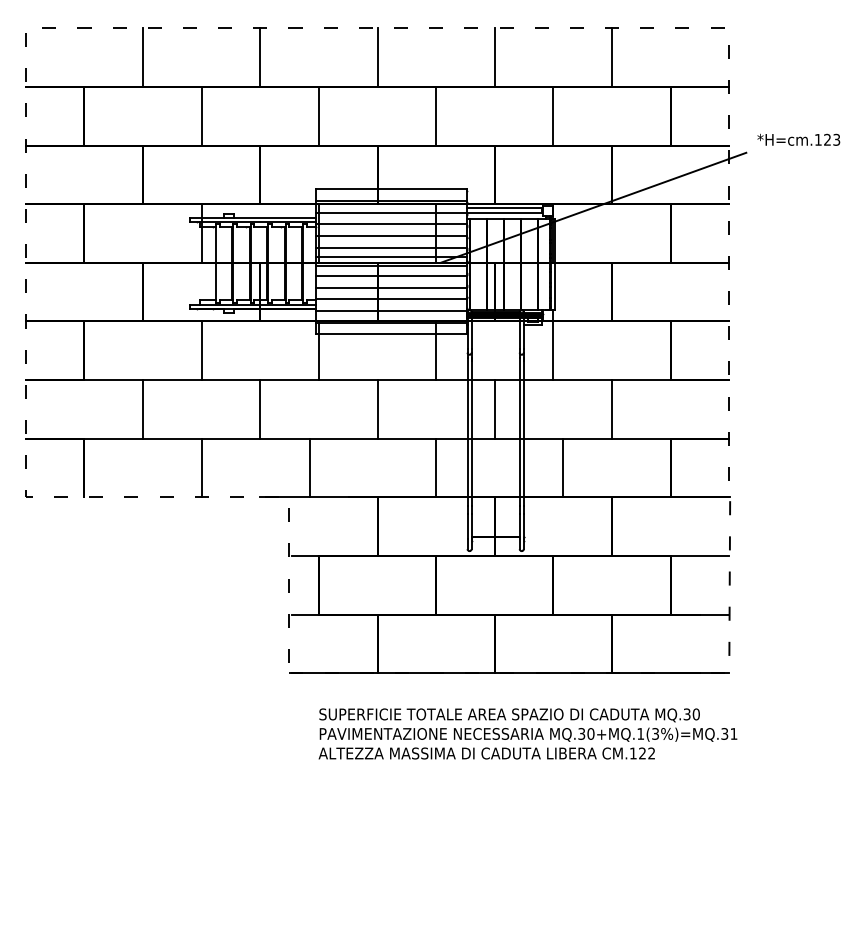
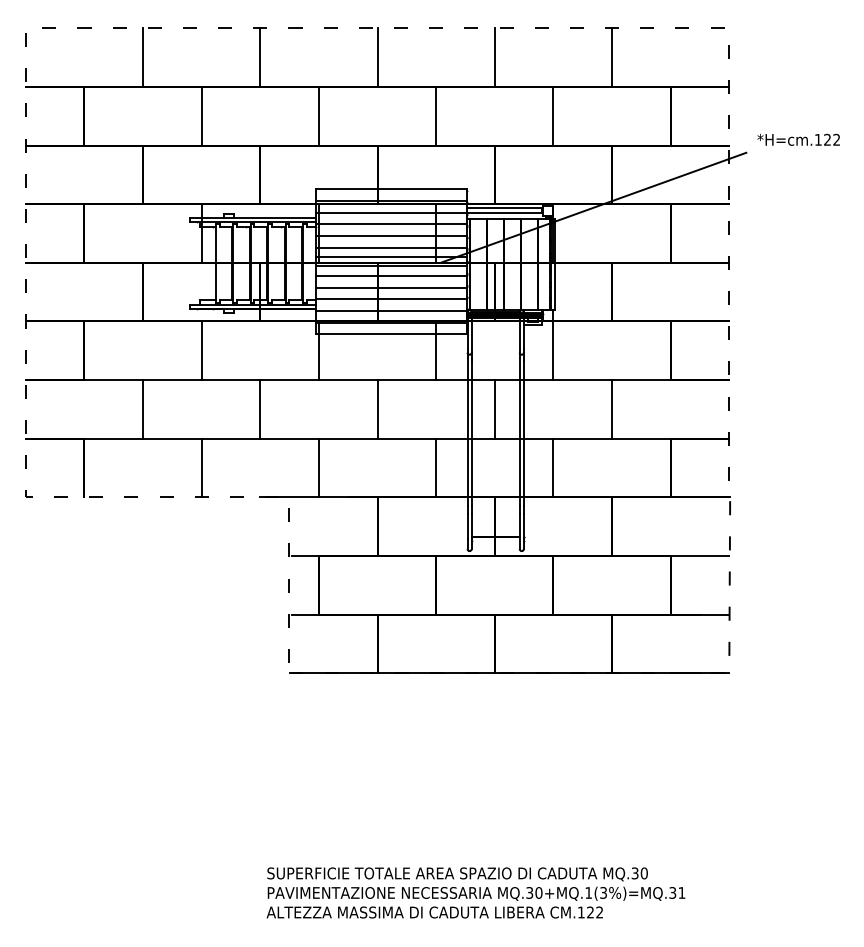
text at (836, 139): *H=cm.123 -> *H=cm.122
line at (309, 467) position: (309, 467) -> (318, 467)
line at (563, 467) position: (563, 467) -> (553, 467)
text at (527, 733) position: (527, 733) -> (475, 892)
